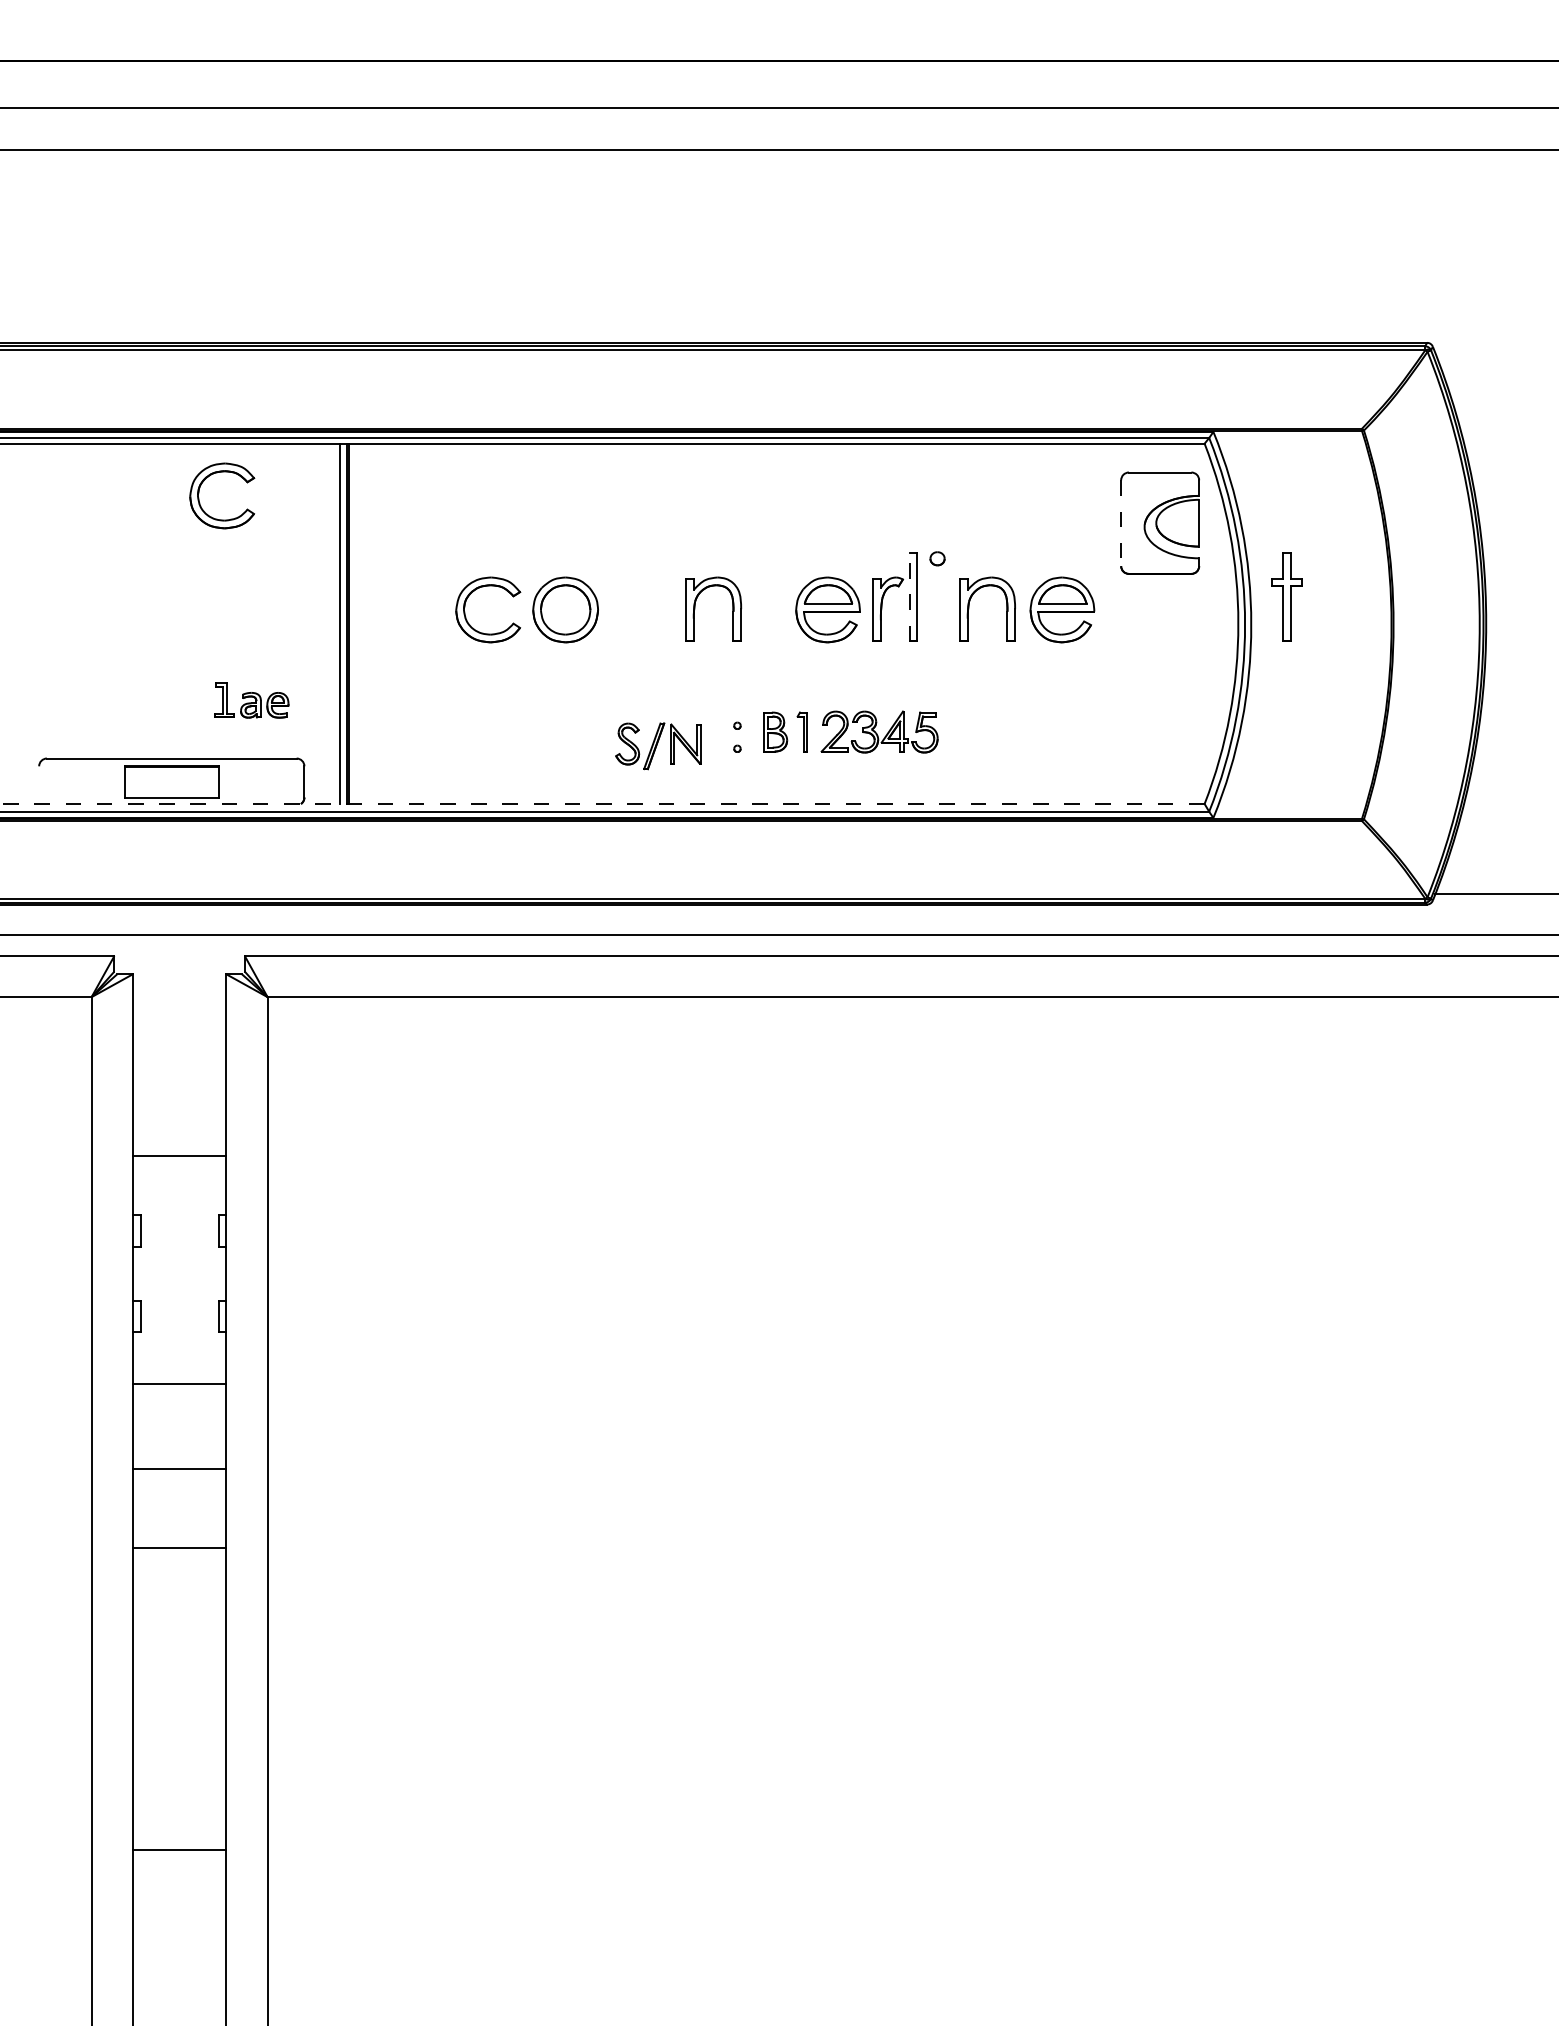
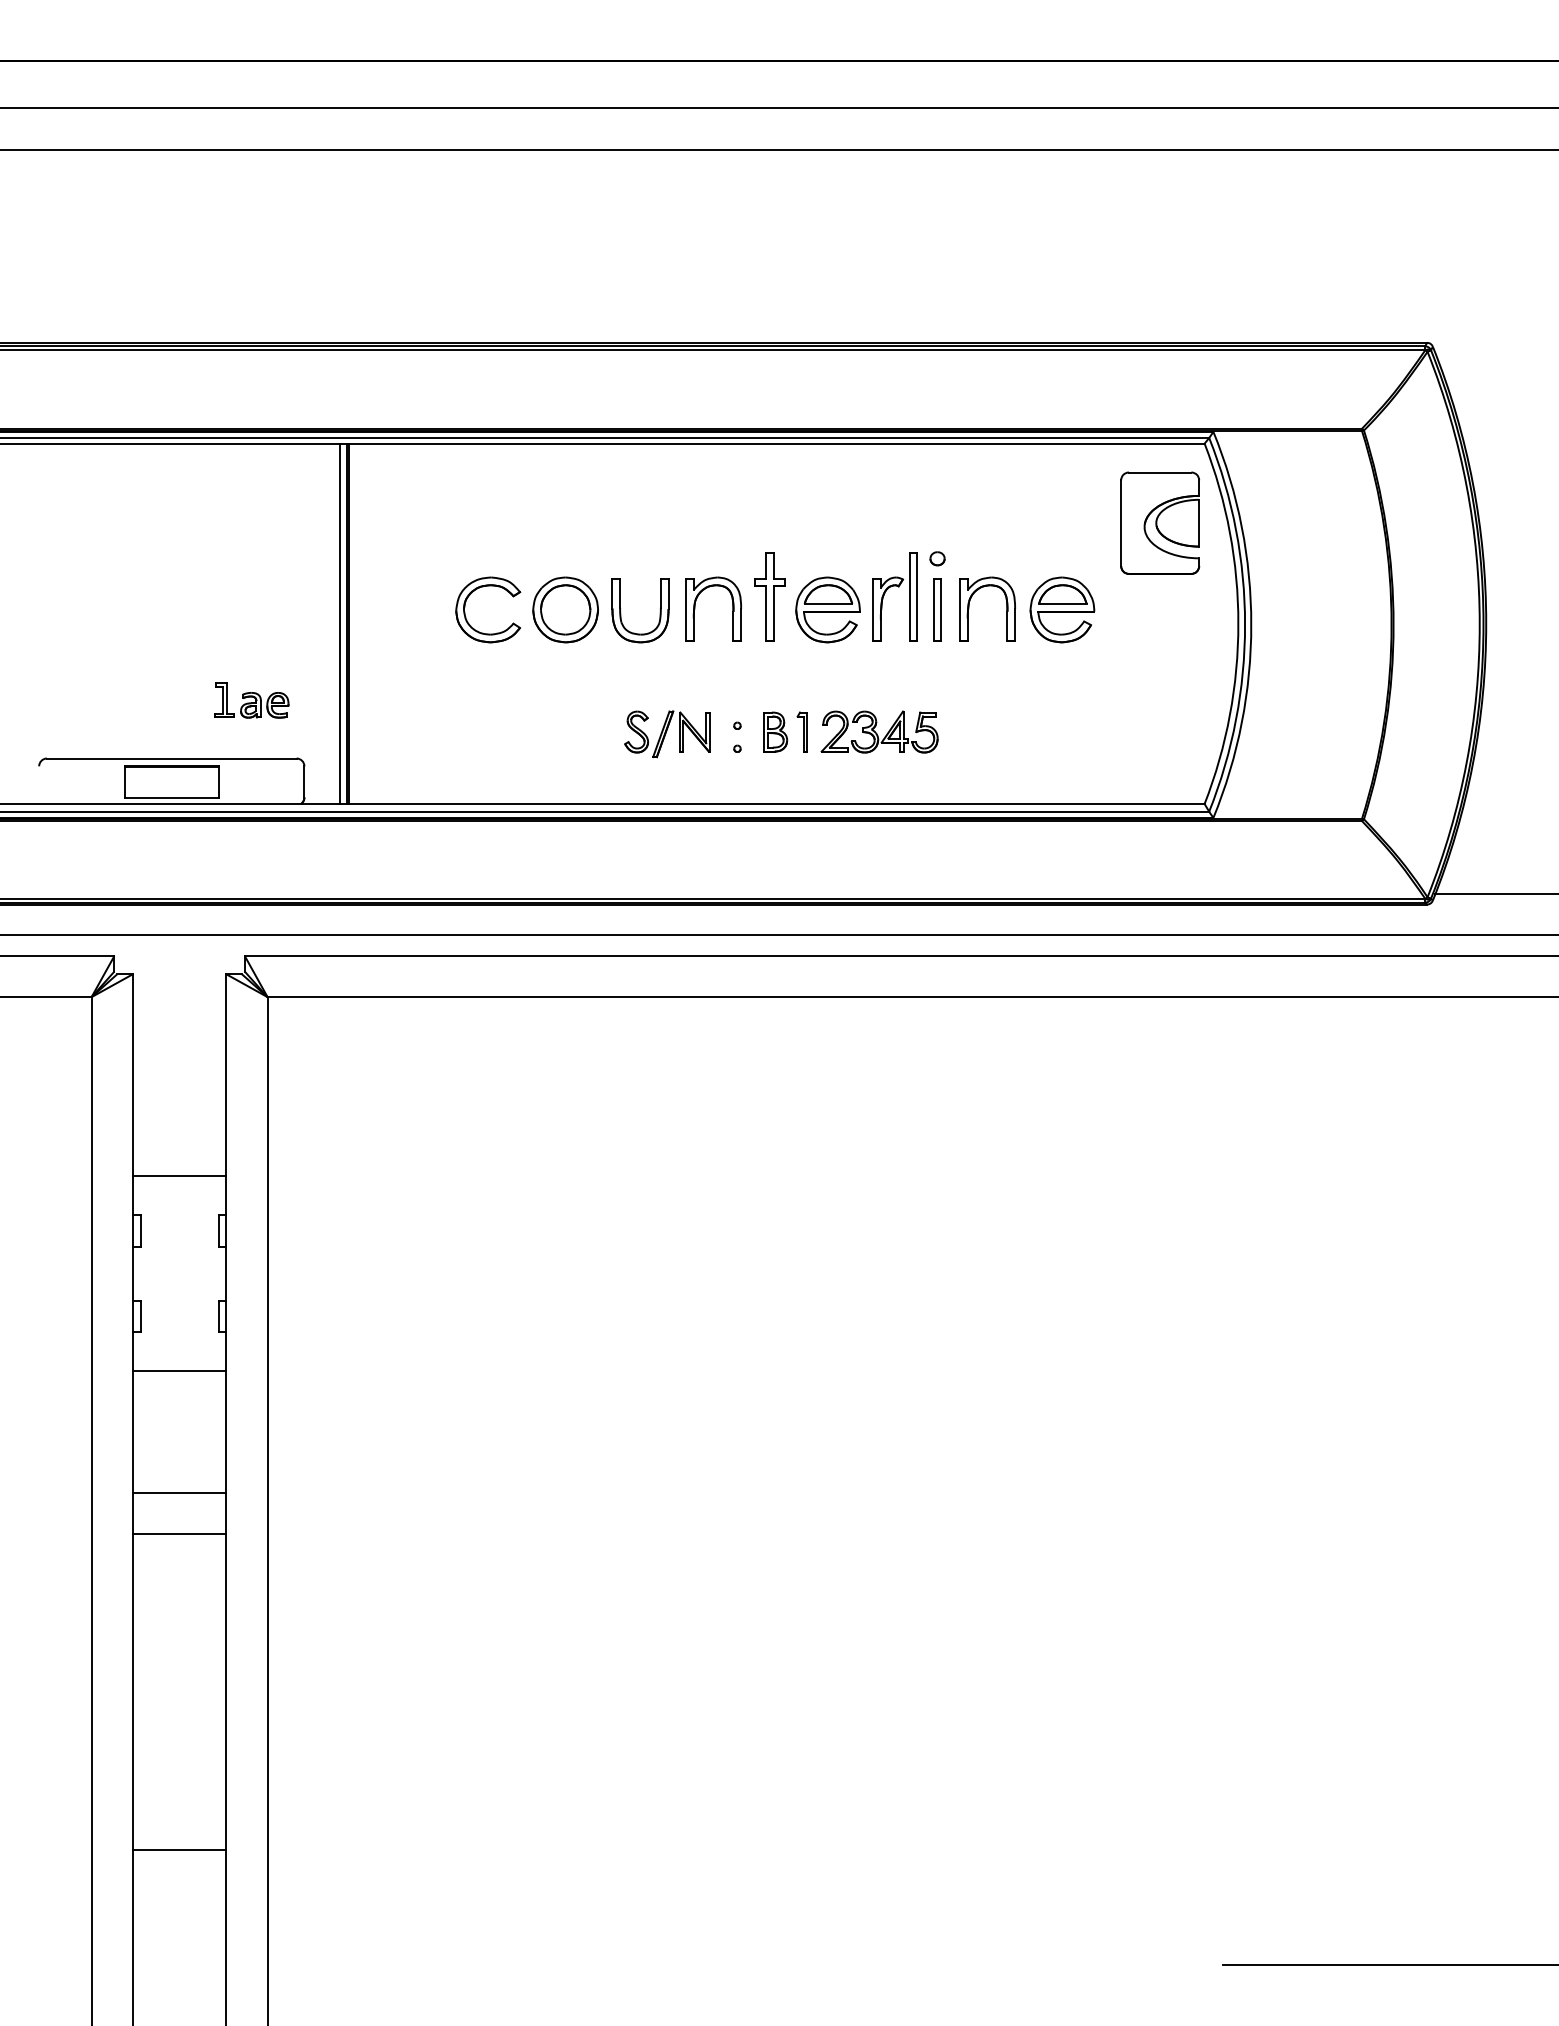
part at (217, 473): present -> none
line at (1121, 523): dashed -> solid
line at (909, 596): dashed -> solid
part at (1286, 596) position: (1286, 596) -> (769, 596)
part at (937, 609): none -> present
part at (621, 612): none -> present
part at (658, 746) position: (658, 746) -> (667, 734)
line at (601, 804): dashed -> solid
line at (179, 1156) position: (179, 1156) -> (179, 1176)
line at (179, 1384) position: (179, 1384) -> (179, 1371)
line at (179, 1469) position: (179, 1469) -> (179, 1493)
line at (179, 1548) position: (179, 1548) -> (179, 1534)
line at (1389, 1965): none -> present
